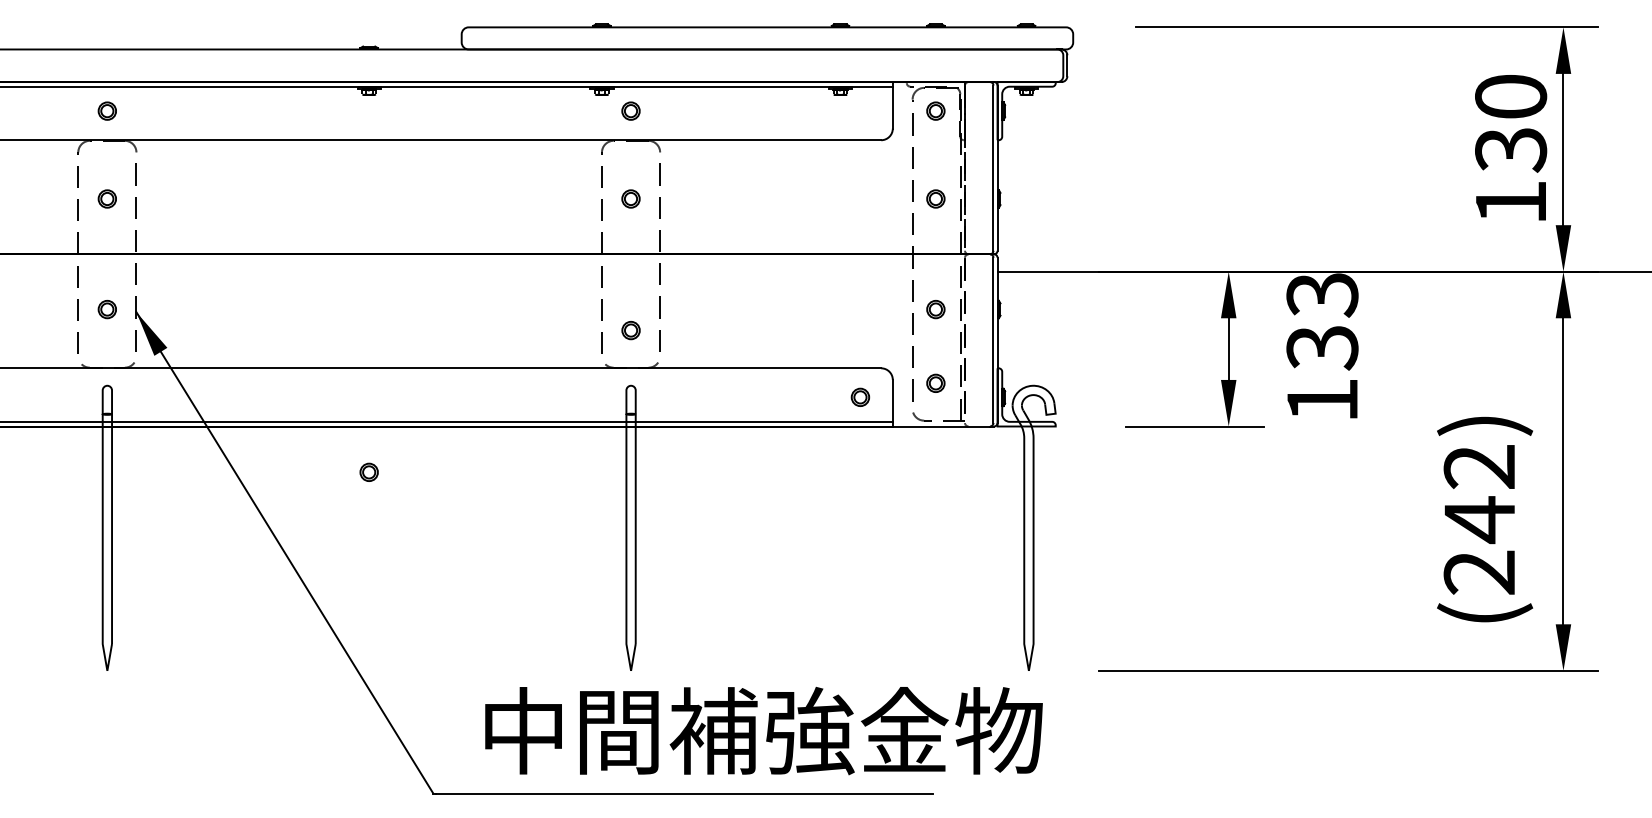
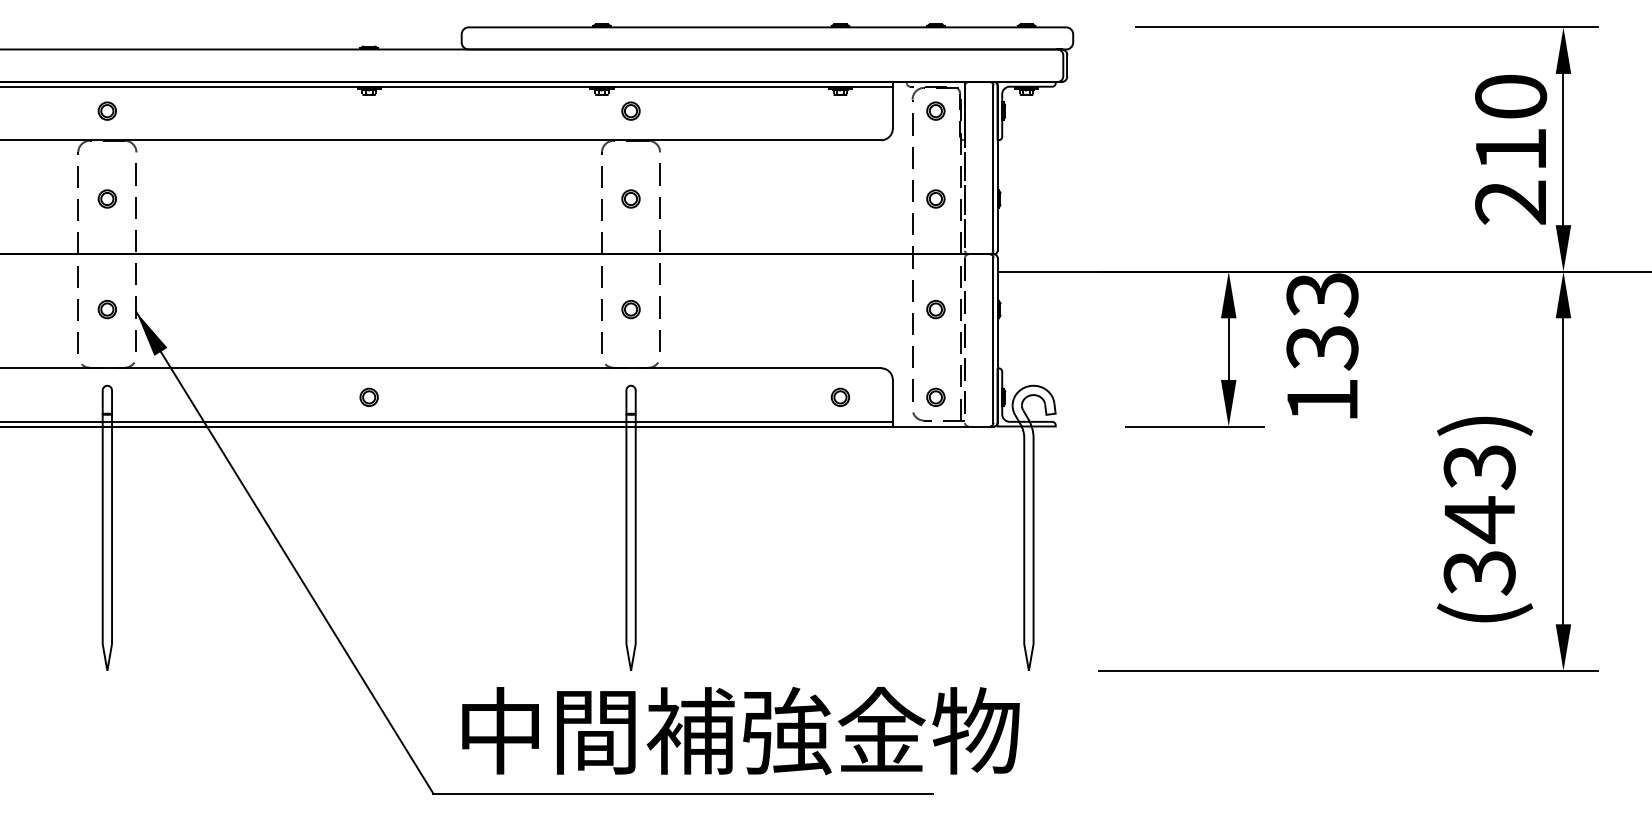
text at (1511, 176): 130 -> 210
part at (630, 330) position: (630, 330) -> (630, 309)
part at (935, 382) position: (935, 382) -> (935, 396)
part at (860, 396) position: (860, 396) -> (840, 396)
part at (368, 471) position: (368, 471) -> (368, 396)
text at (1479, 520): (242) -> (343)
text at (763, 730) position: (763, 730) -> (740, 730)
